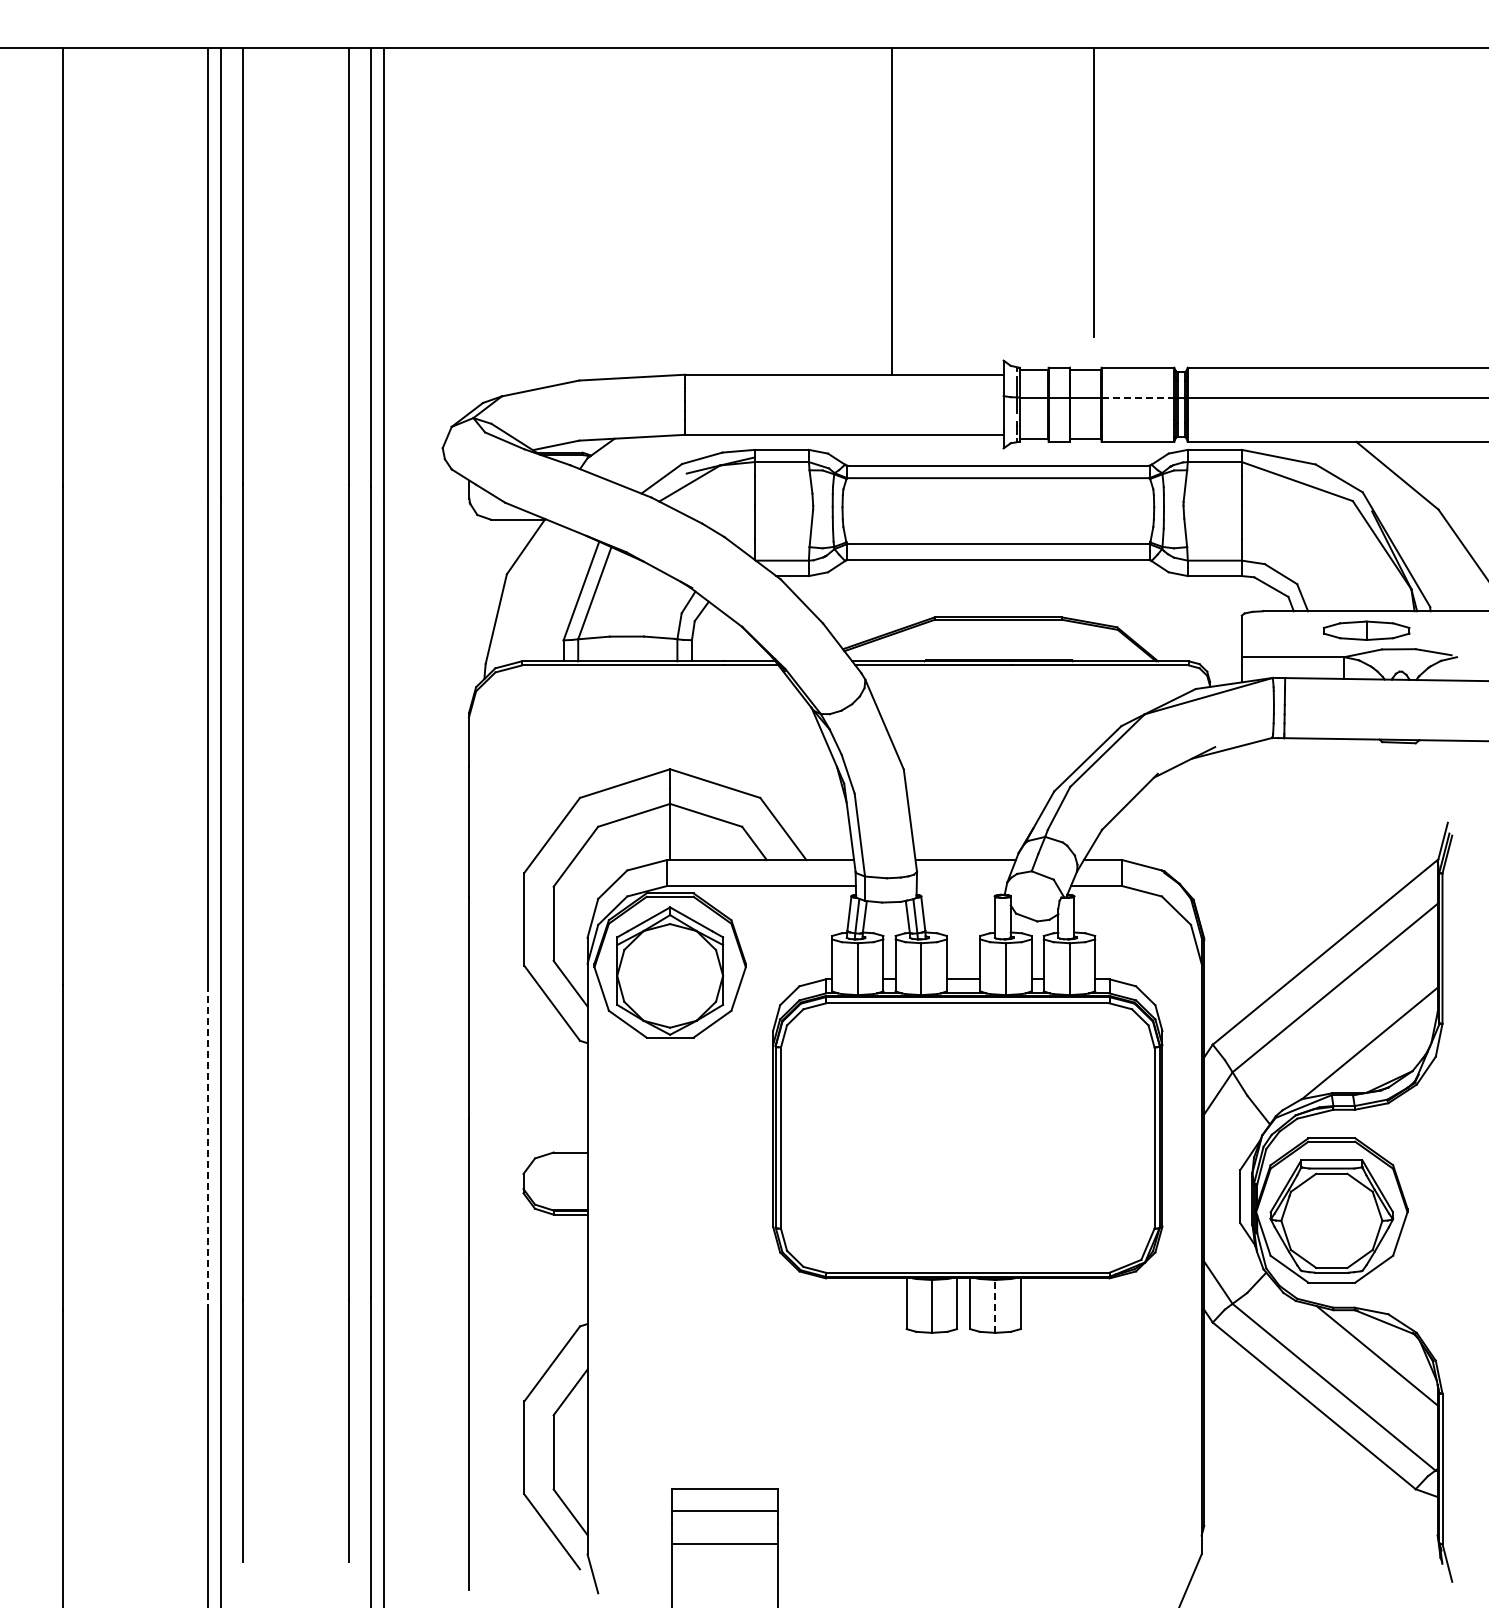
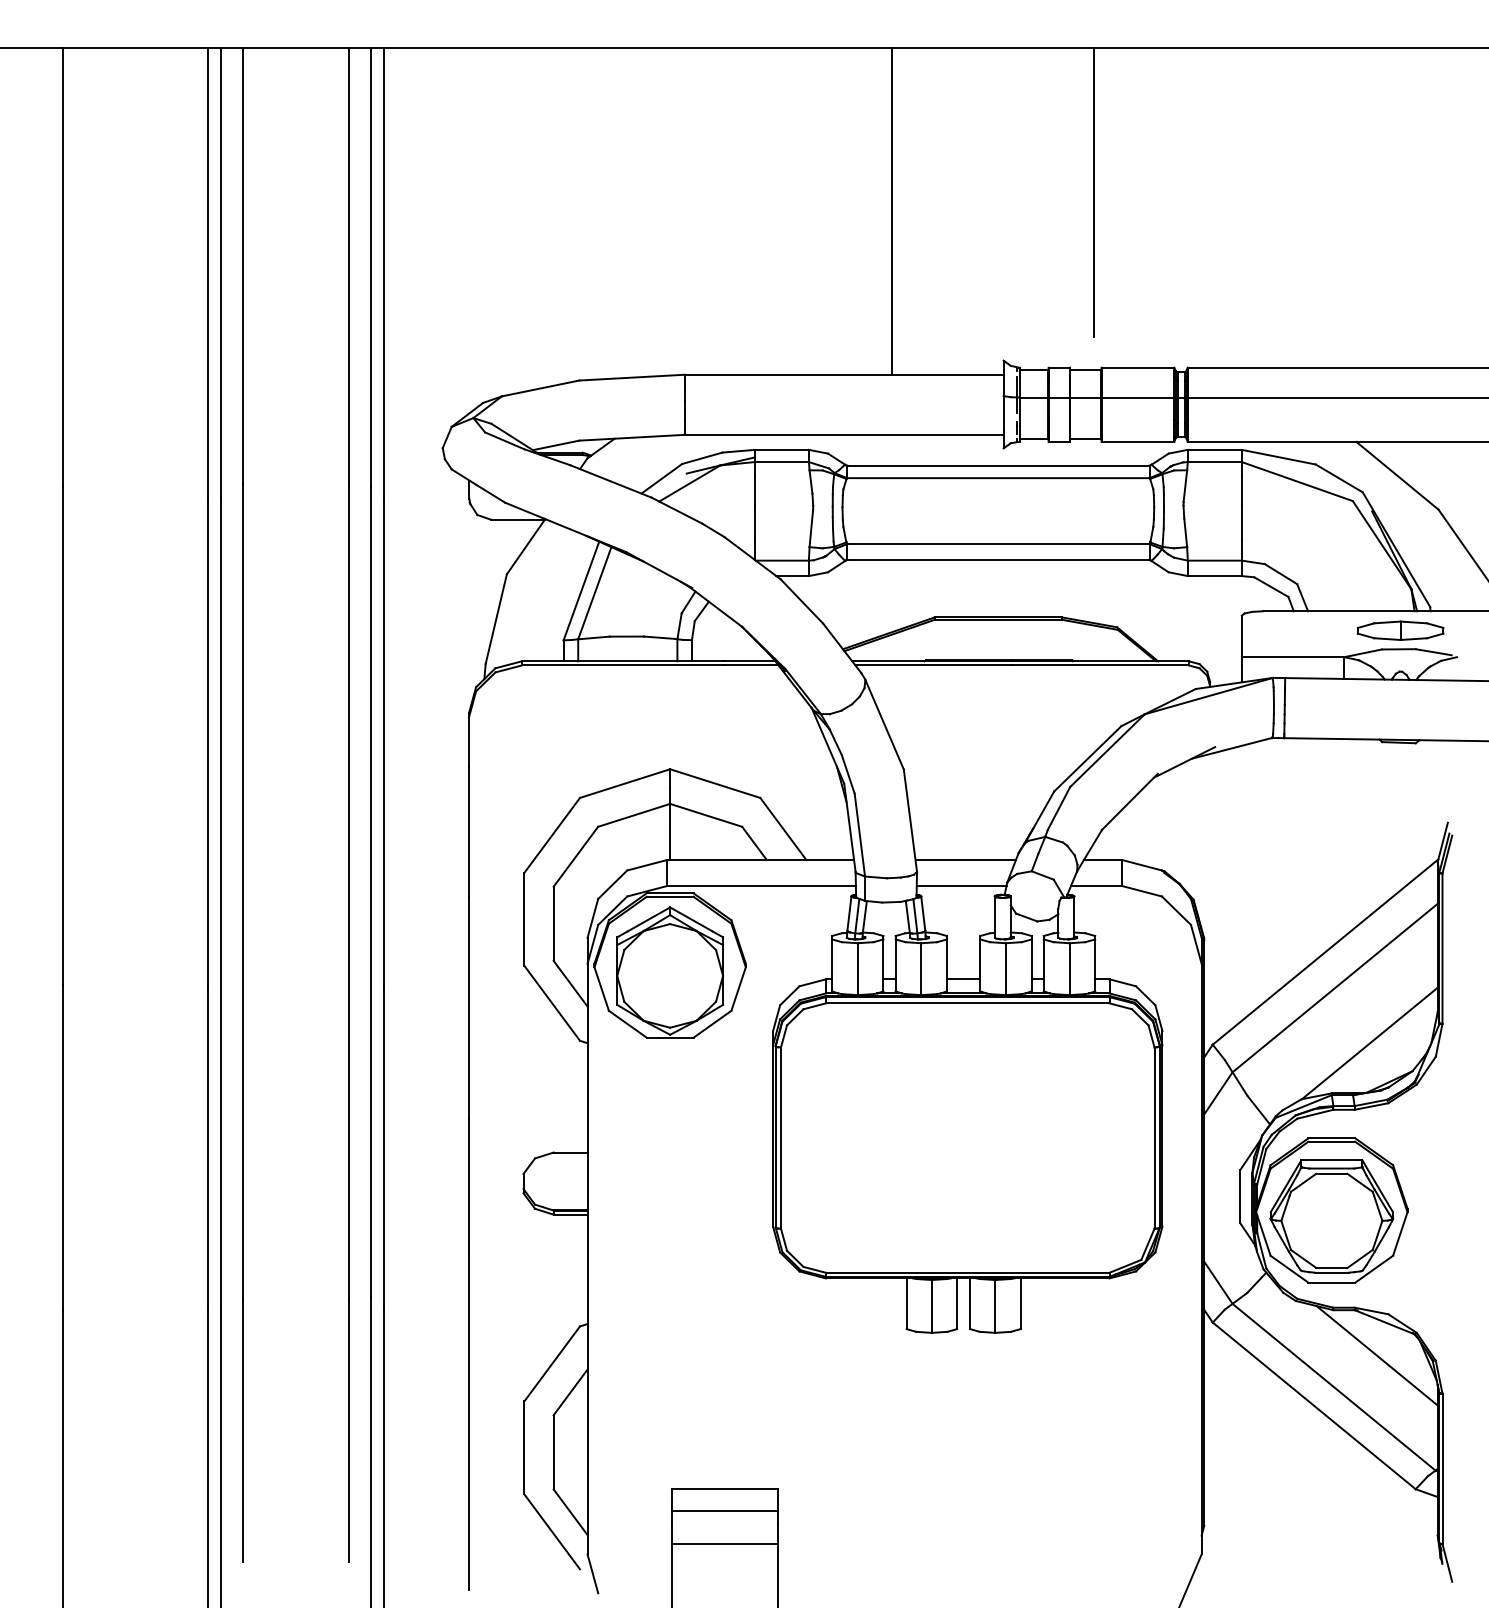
line at (1138, 397): dashed -> solid
part at (1366, 630) position: (1366, 630) -> (1400, 630)
line at (961, 886): none -> present
line at (208, 1147): dashed -> solid
line at (995, 1305): dashed -> solid
